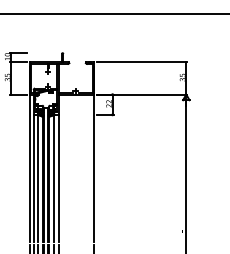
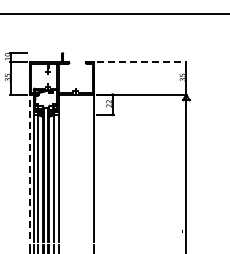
line at (142, 62): solid -> dashed
line at (29, 154): solid -> dashed
